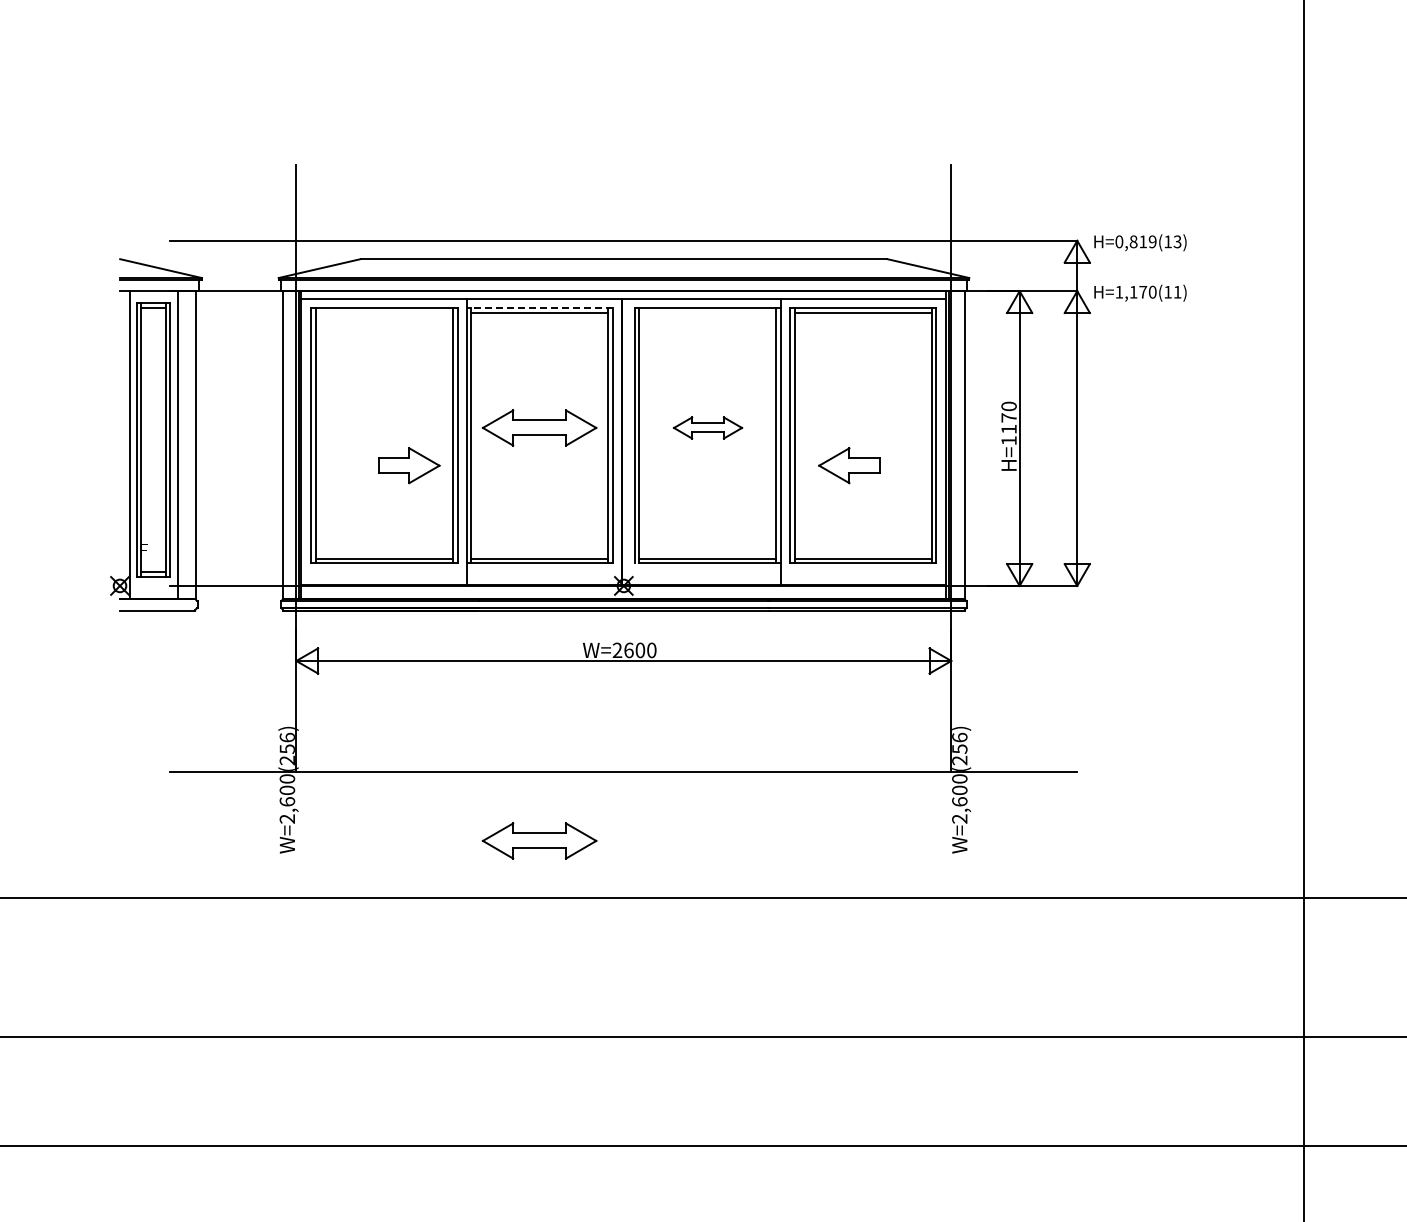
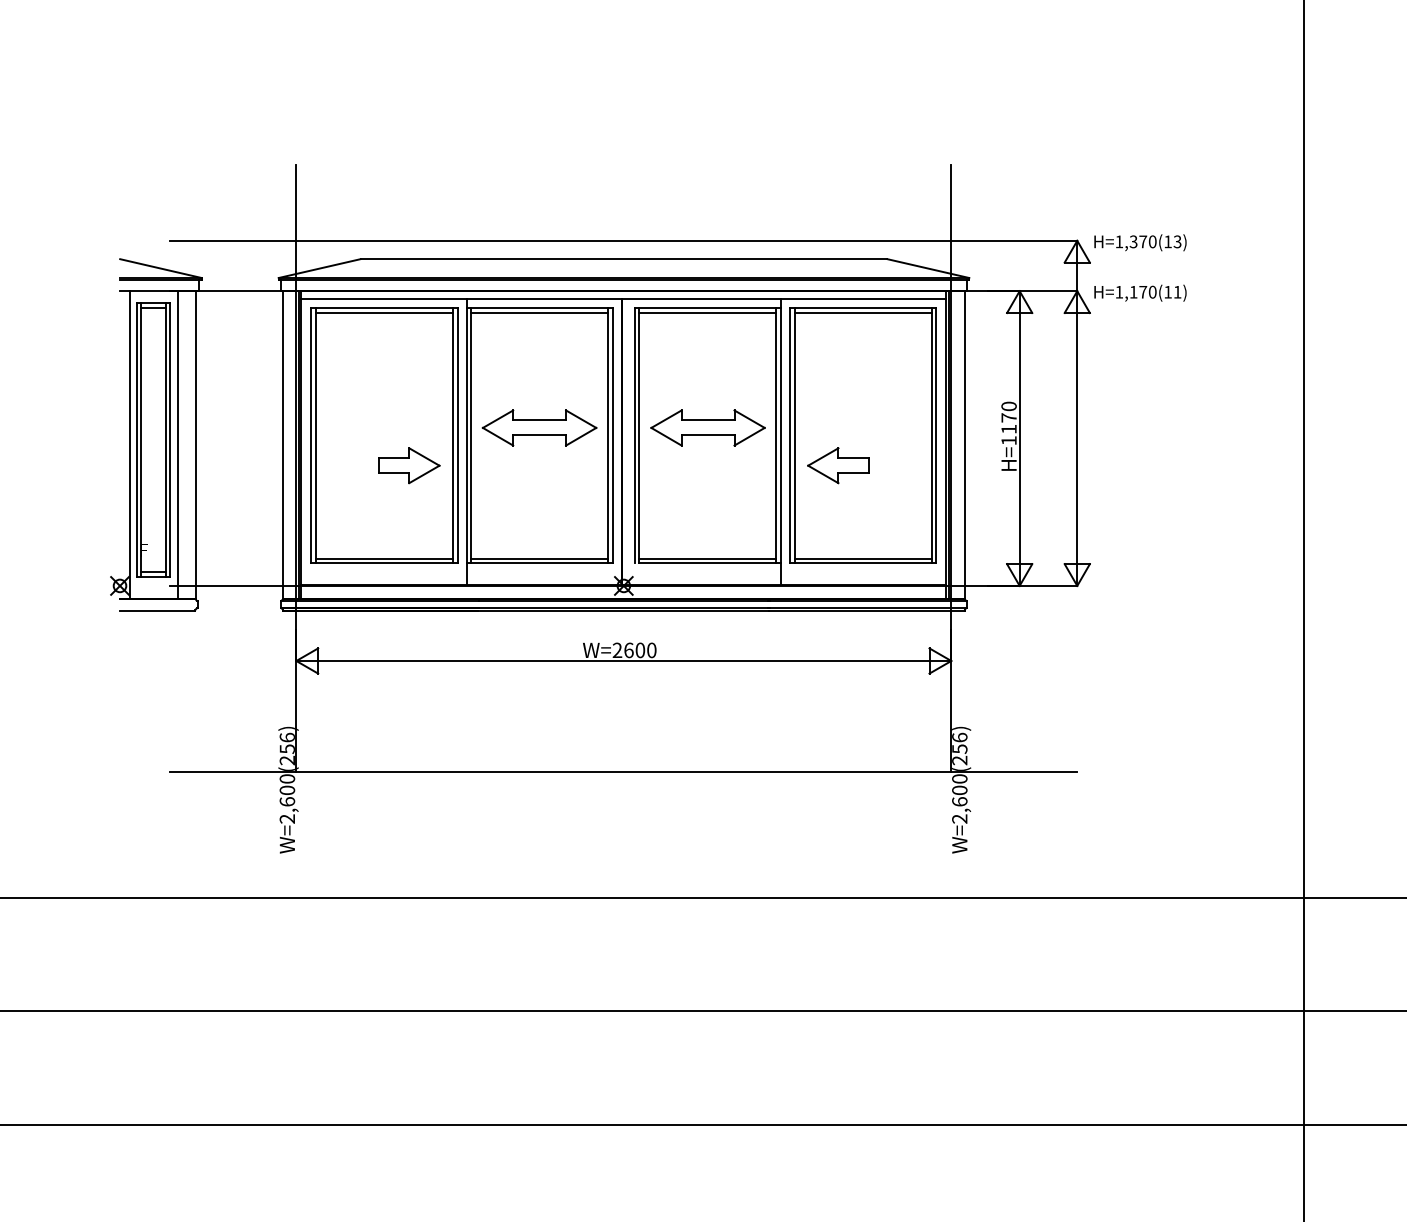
text at (1135, 241): H=0,819(13) -> H=1,370(13)
line at (539, 308): dashed -> solid
line at (384, 312): none -> present
line at (707, 312): none -> present
part at (708, 427) size: 71x24 px -> 116x38 px
part at (849, 465) position: (849, 465) -> (838, 465)
part at (539, 840): present -> none
line at (702, 1037) position: (702, 1037) -> (702, 1011)
line at (702, 1145) position: (702, 1145) -> (702, 1124)
